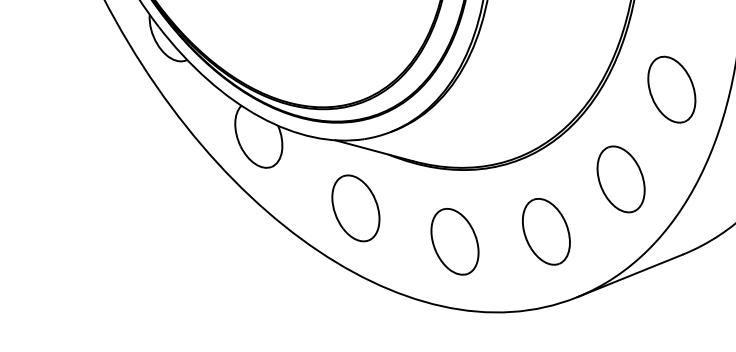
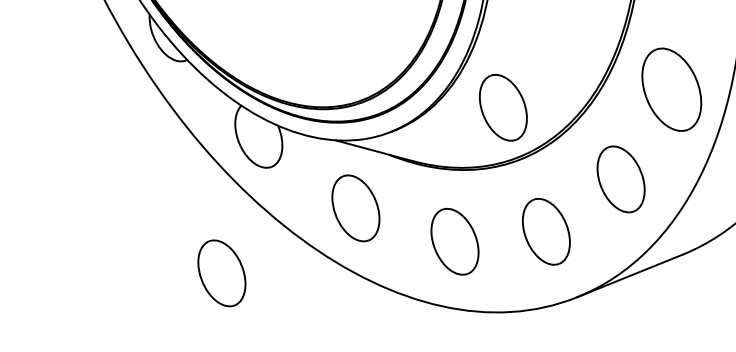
part at (671, 89) size: 50x69 px -> 62x85 px
part at (503, 107): none -> present
part at (221, 273): none -> present
